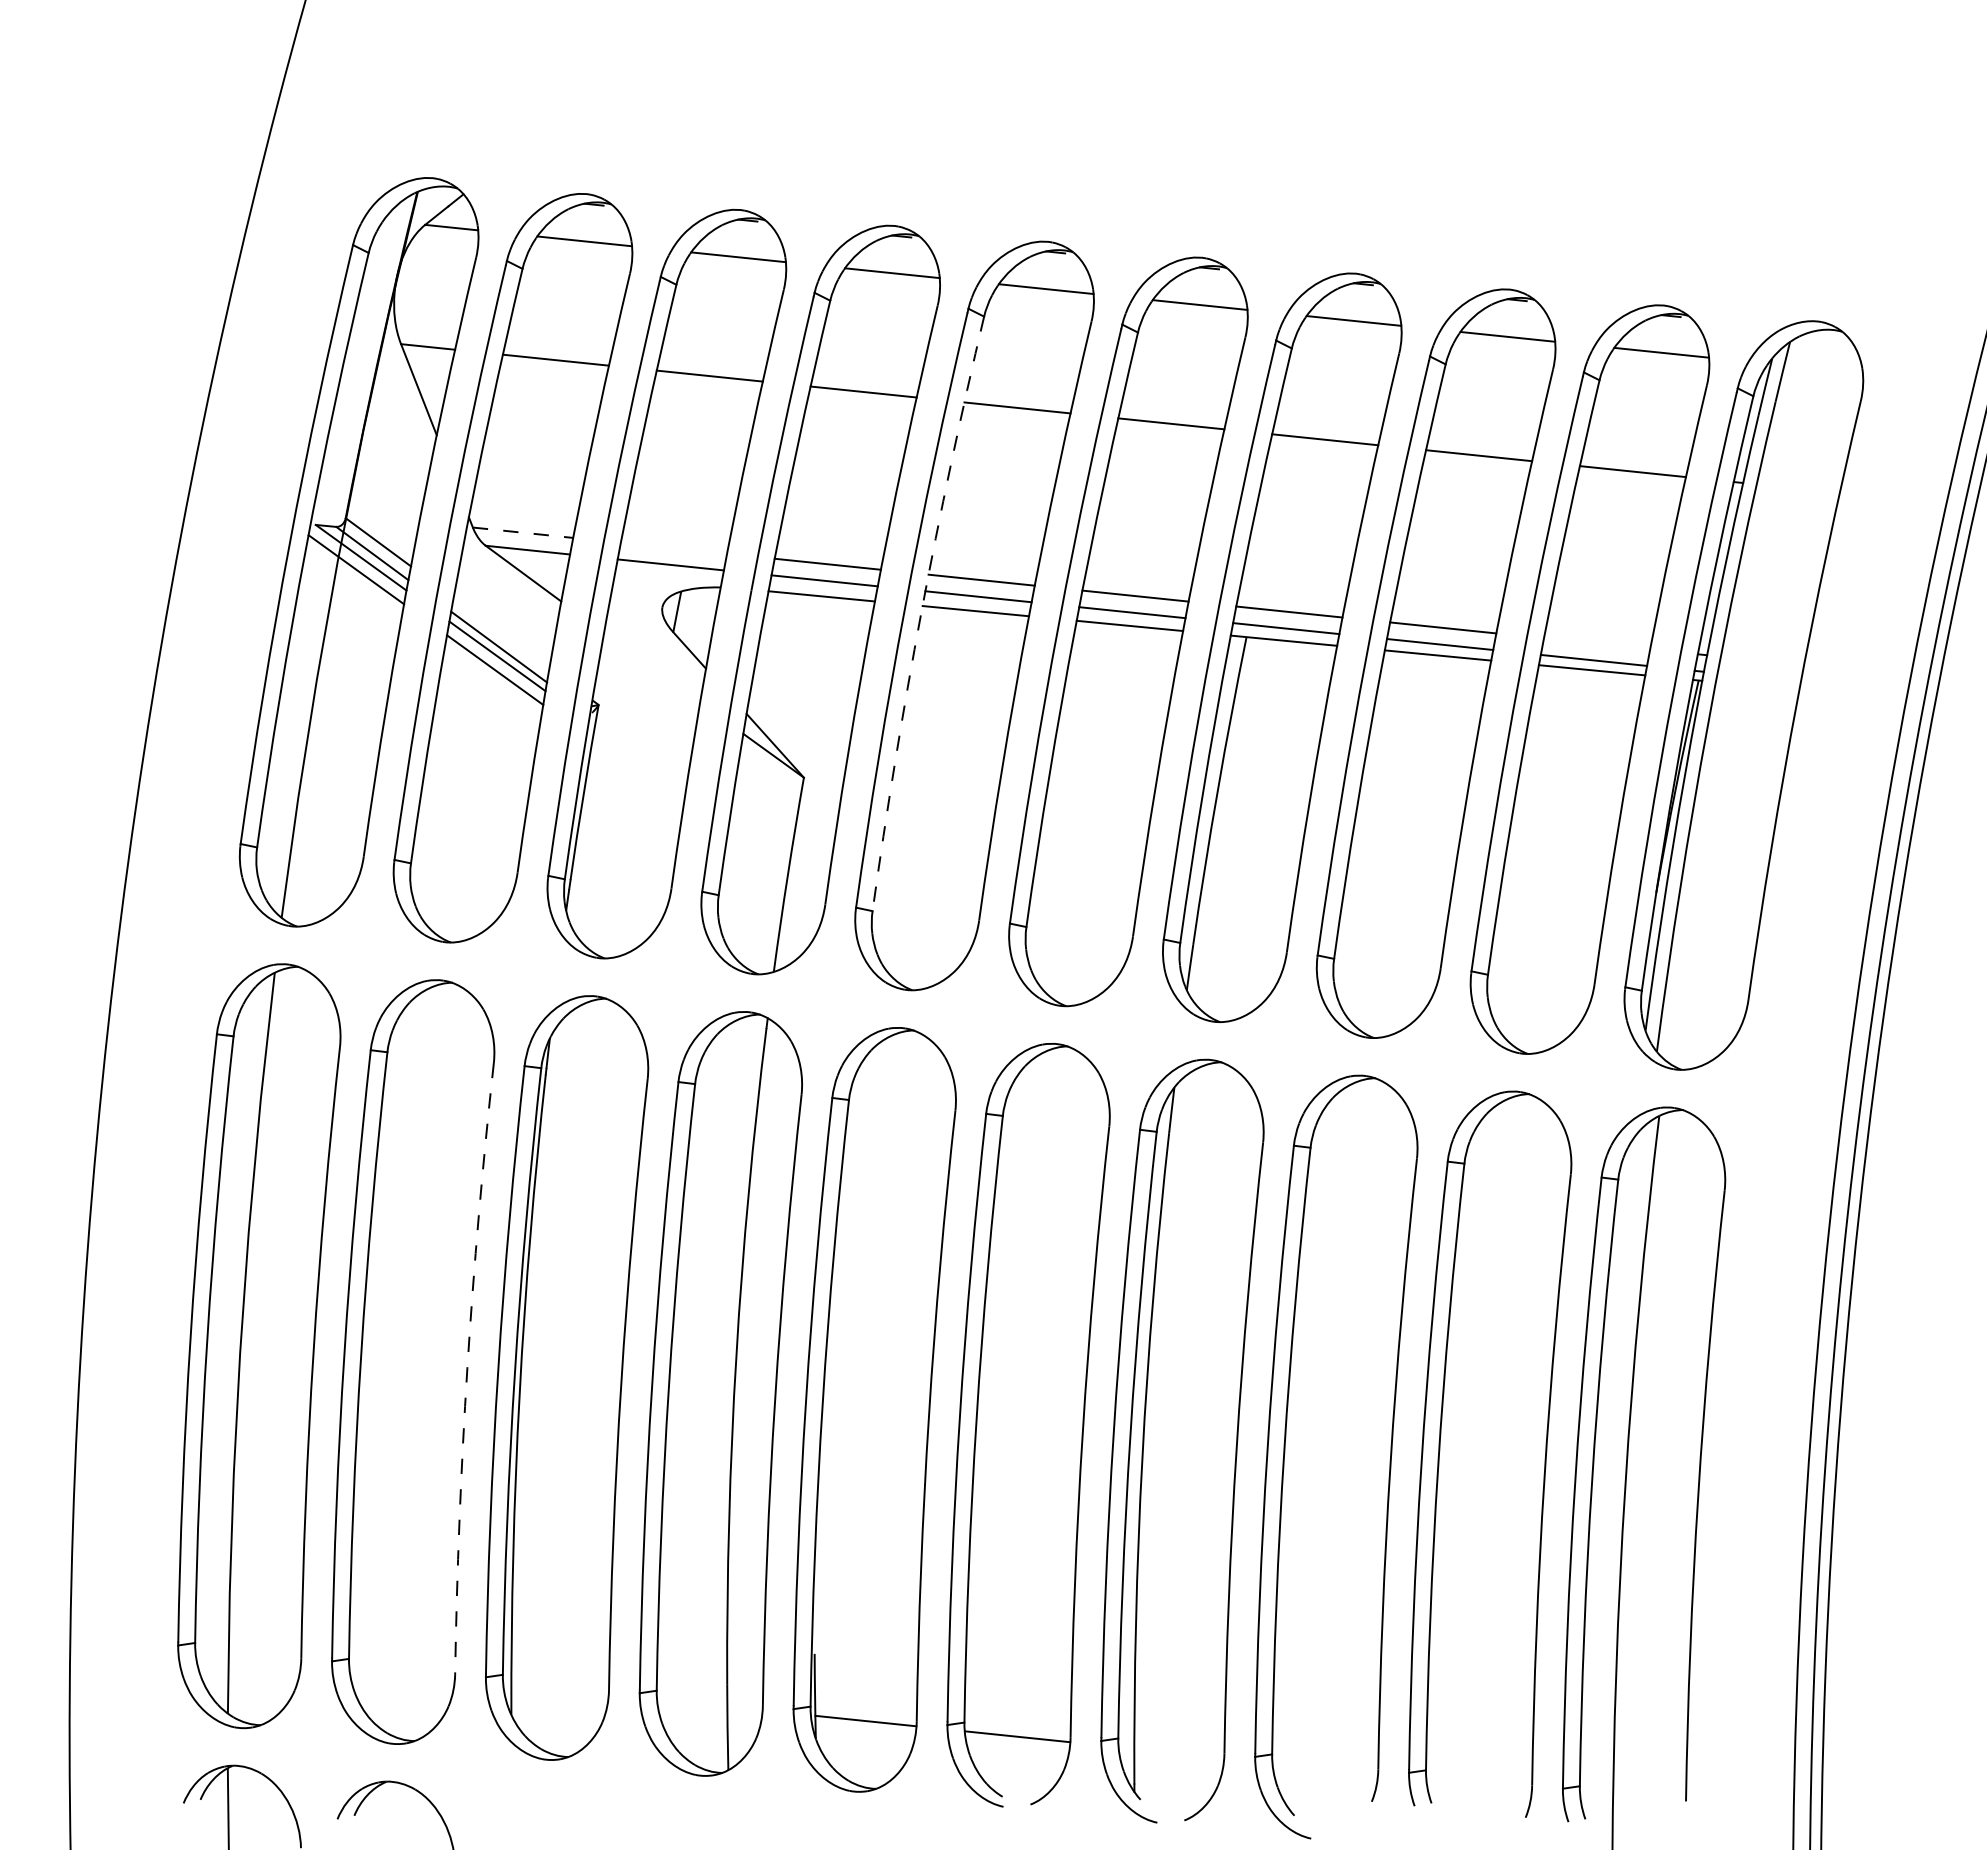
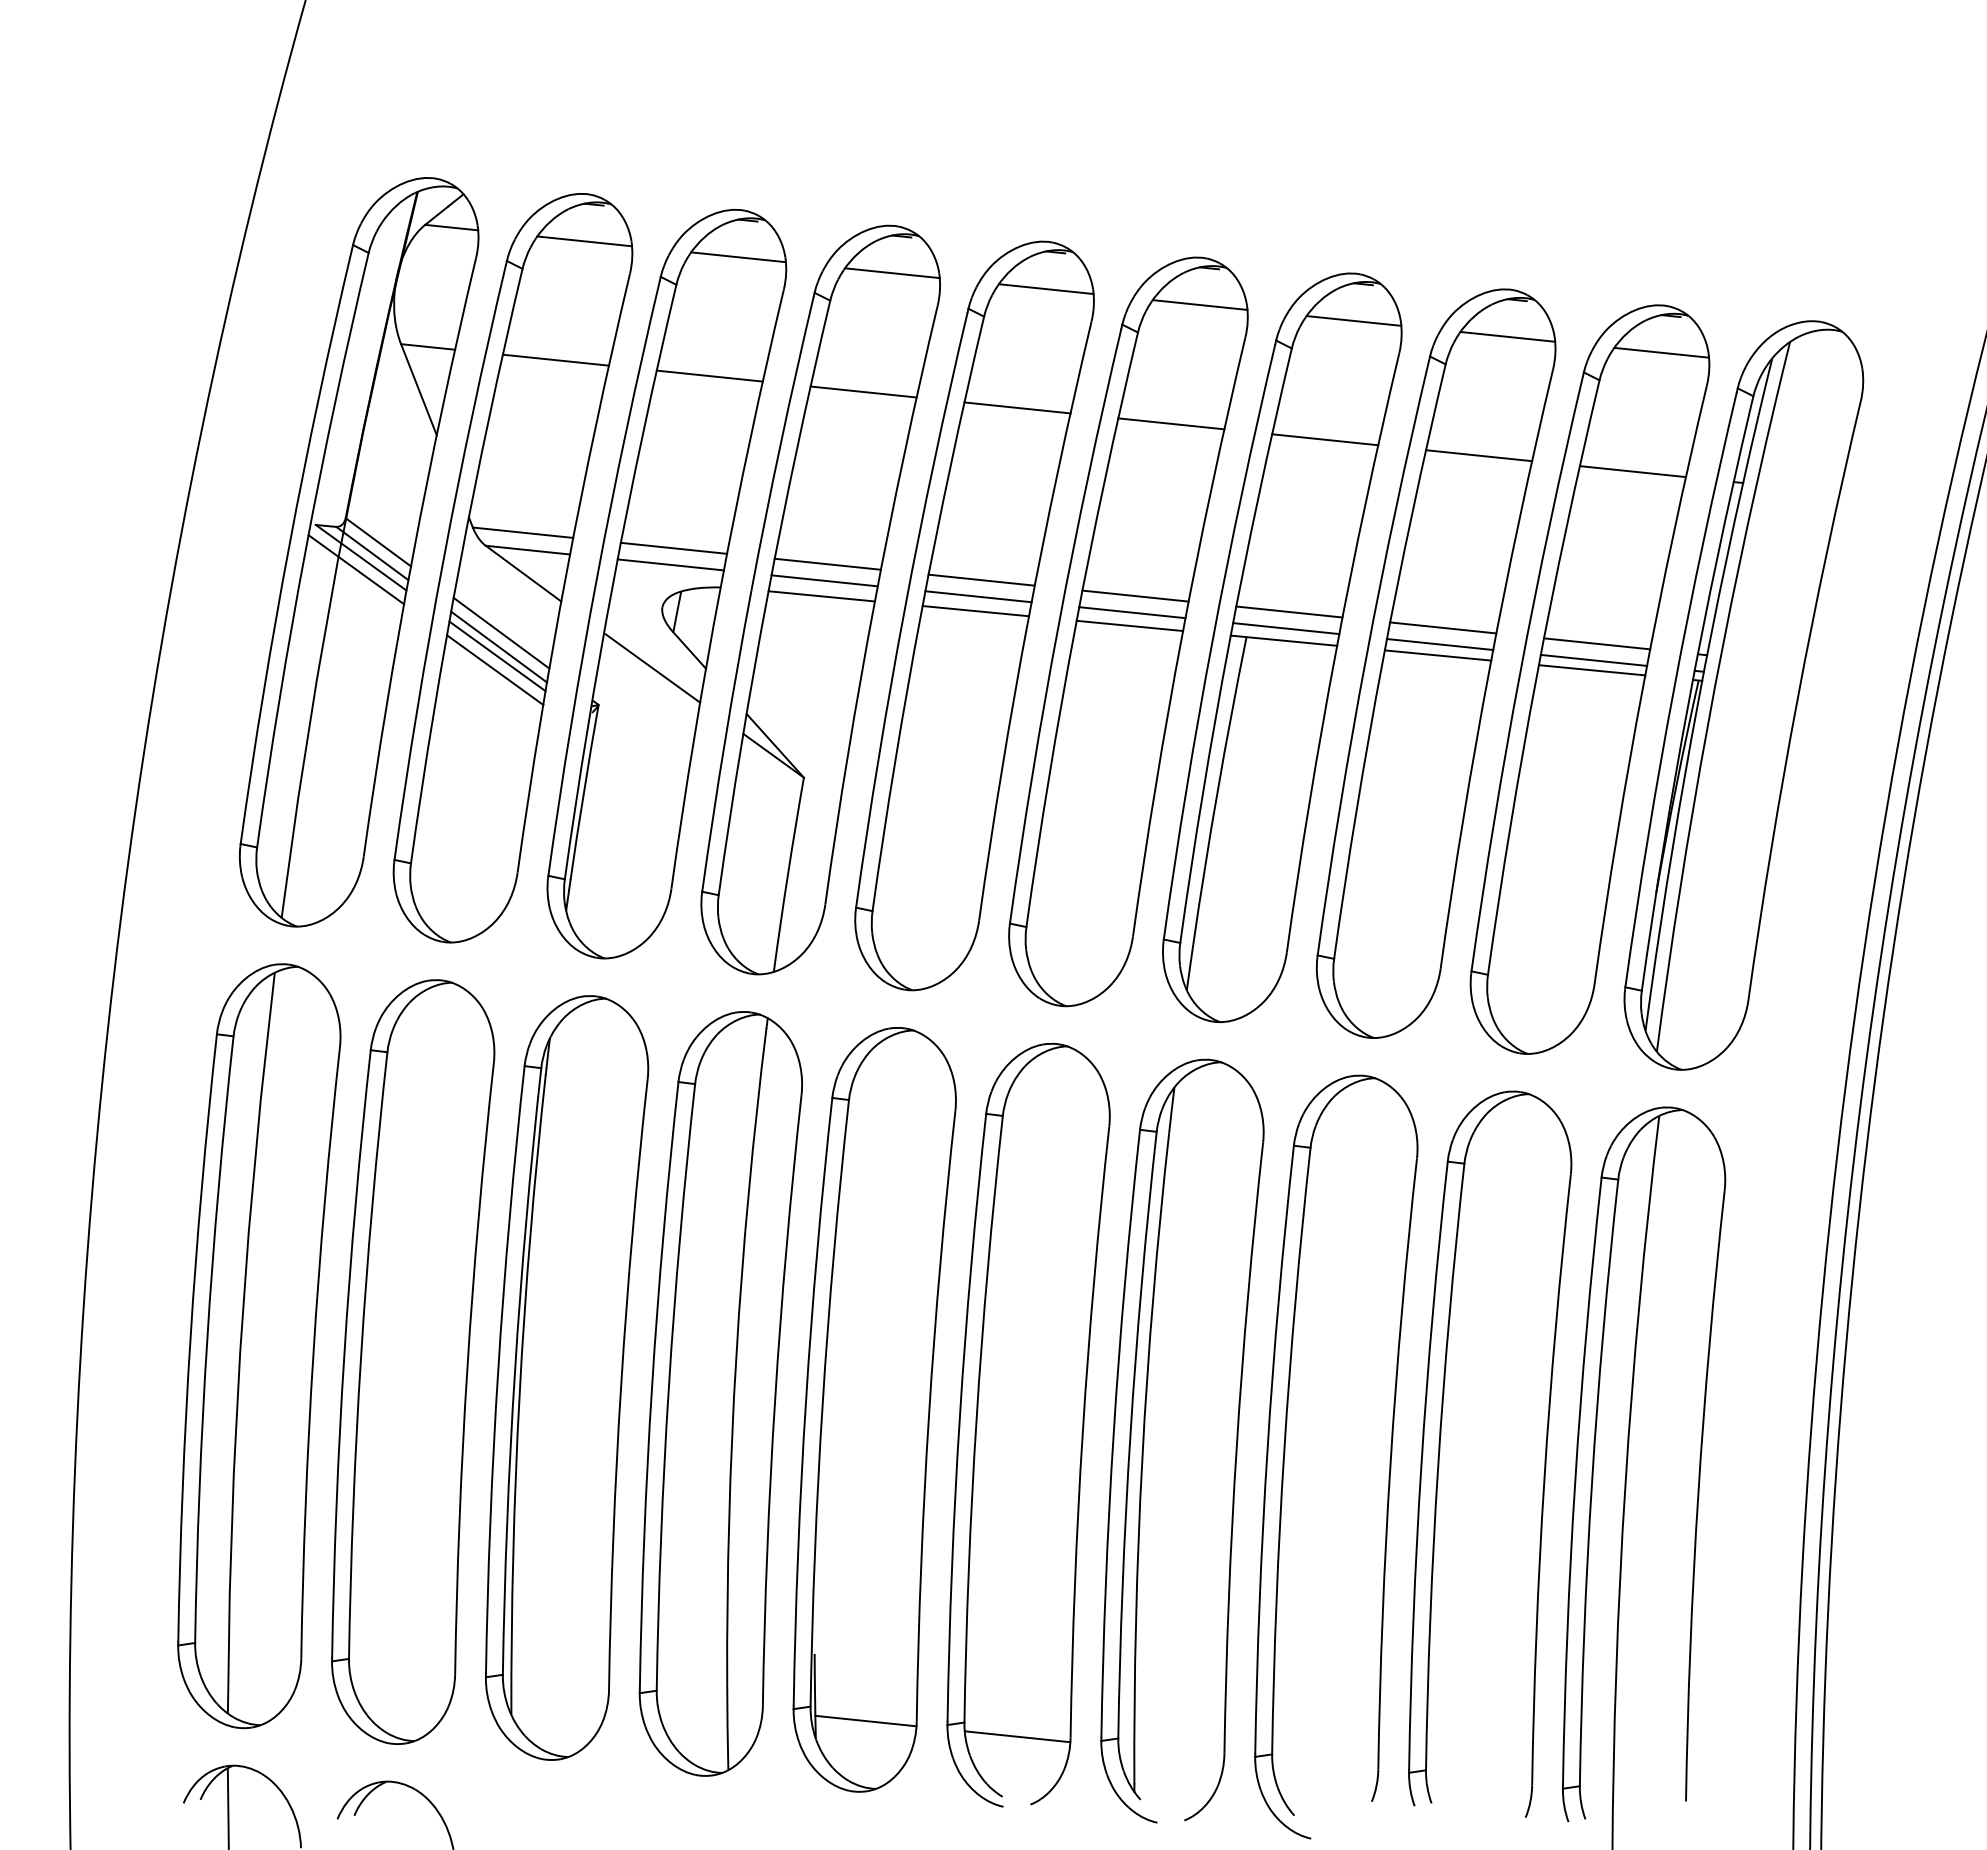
line at (523, 532): dashed -> solid
line at (673, 547): none -> present
arc at (921, 612): dashed -> solid
line at (501, 632): none -> present
line at (1597, 643): none -> present
line at (652, 668): none -> present
arc at (467, 1368): dashed -> solid
